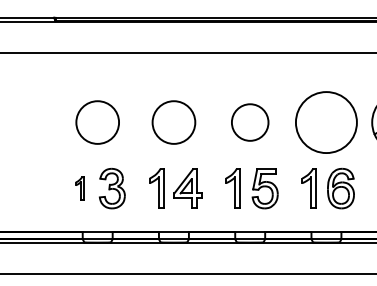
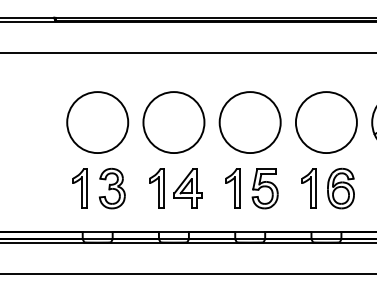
circle at (97, 122) diameter: 43 px -> 61 px
circle at (173, 122) diameter: 43 px -> 61 px
circle at (249, 122) diameter: 37 px -> 61 px
part at (79, 188) size: 10x25 px -> 16x41 px
